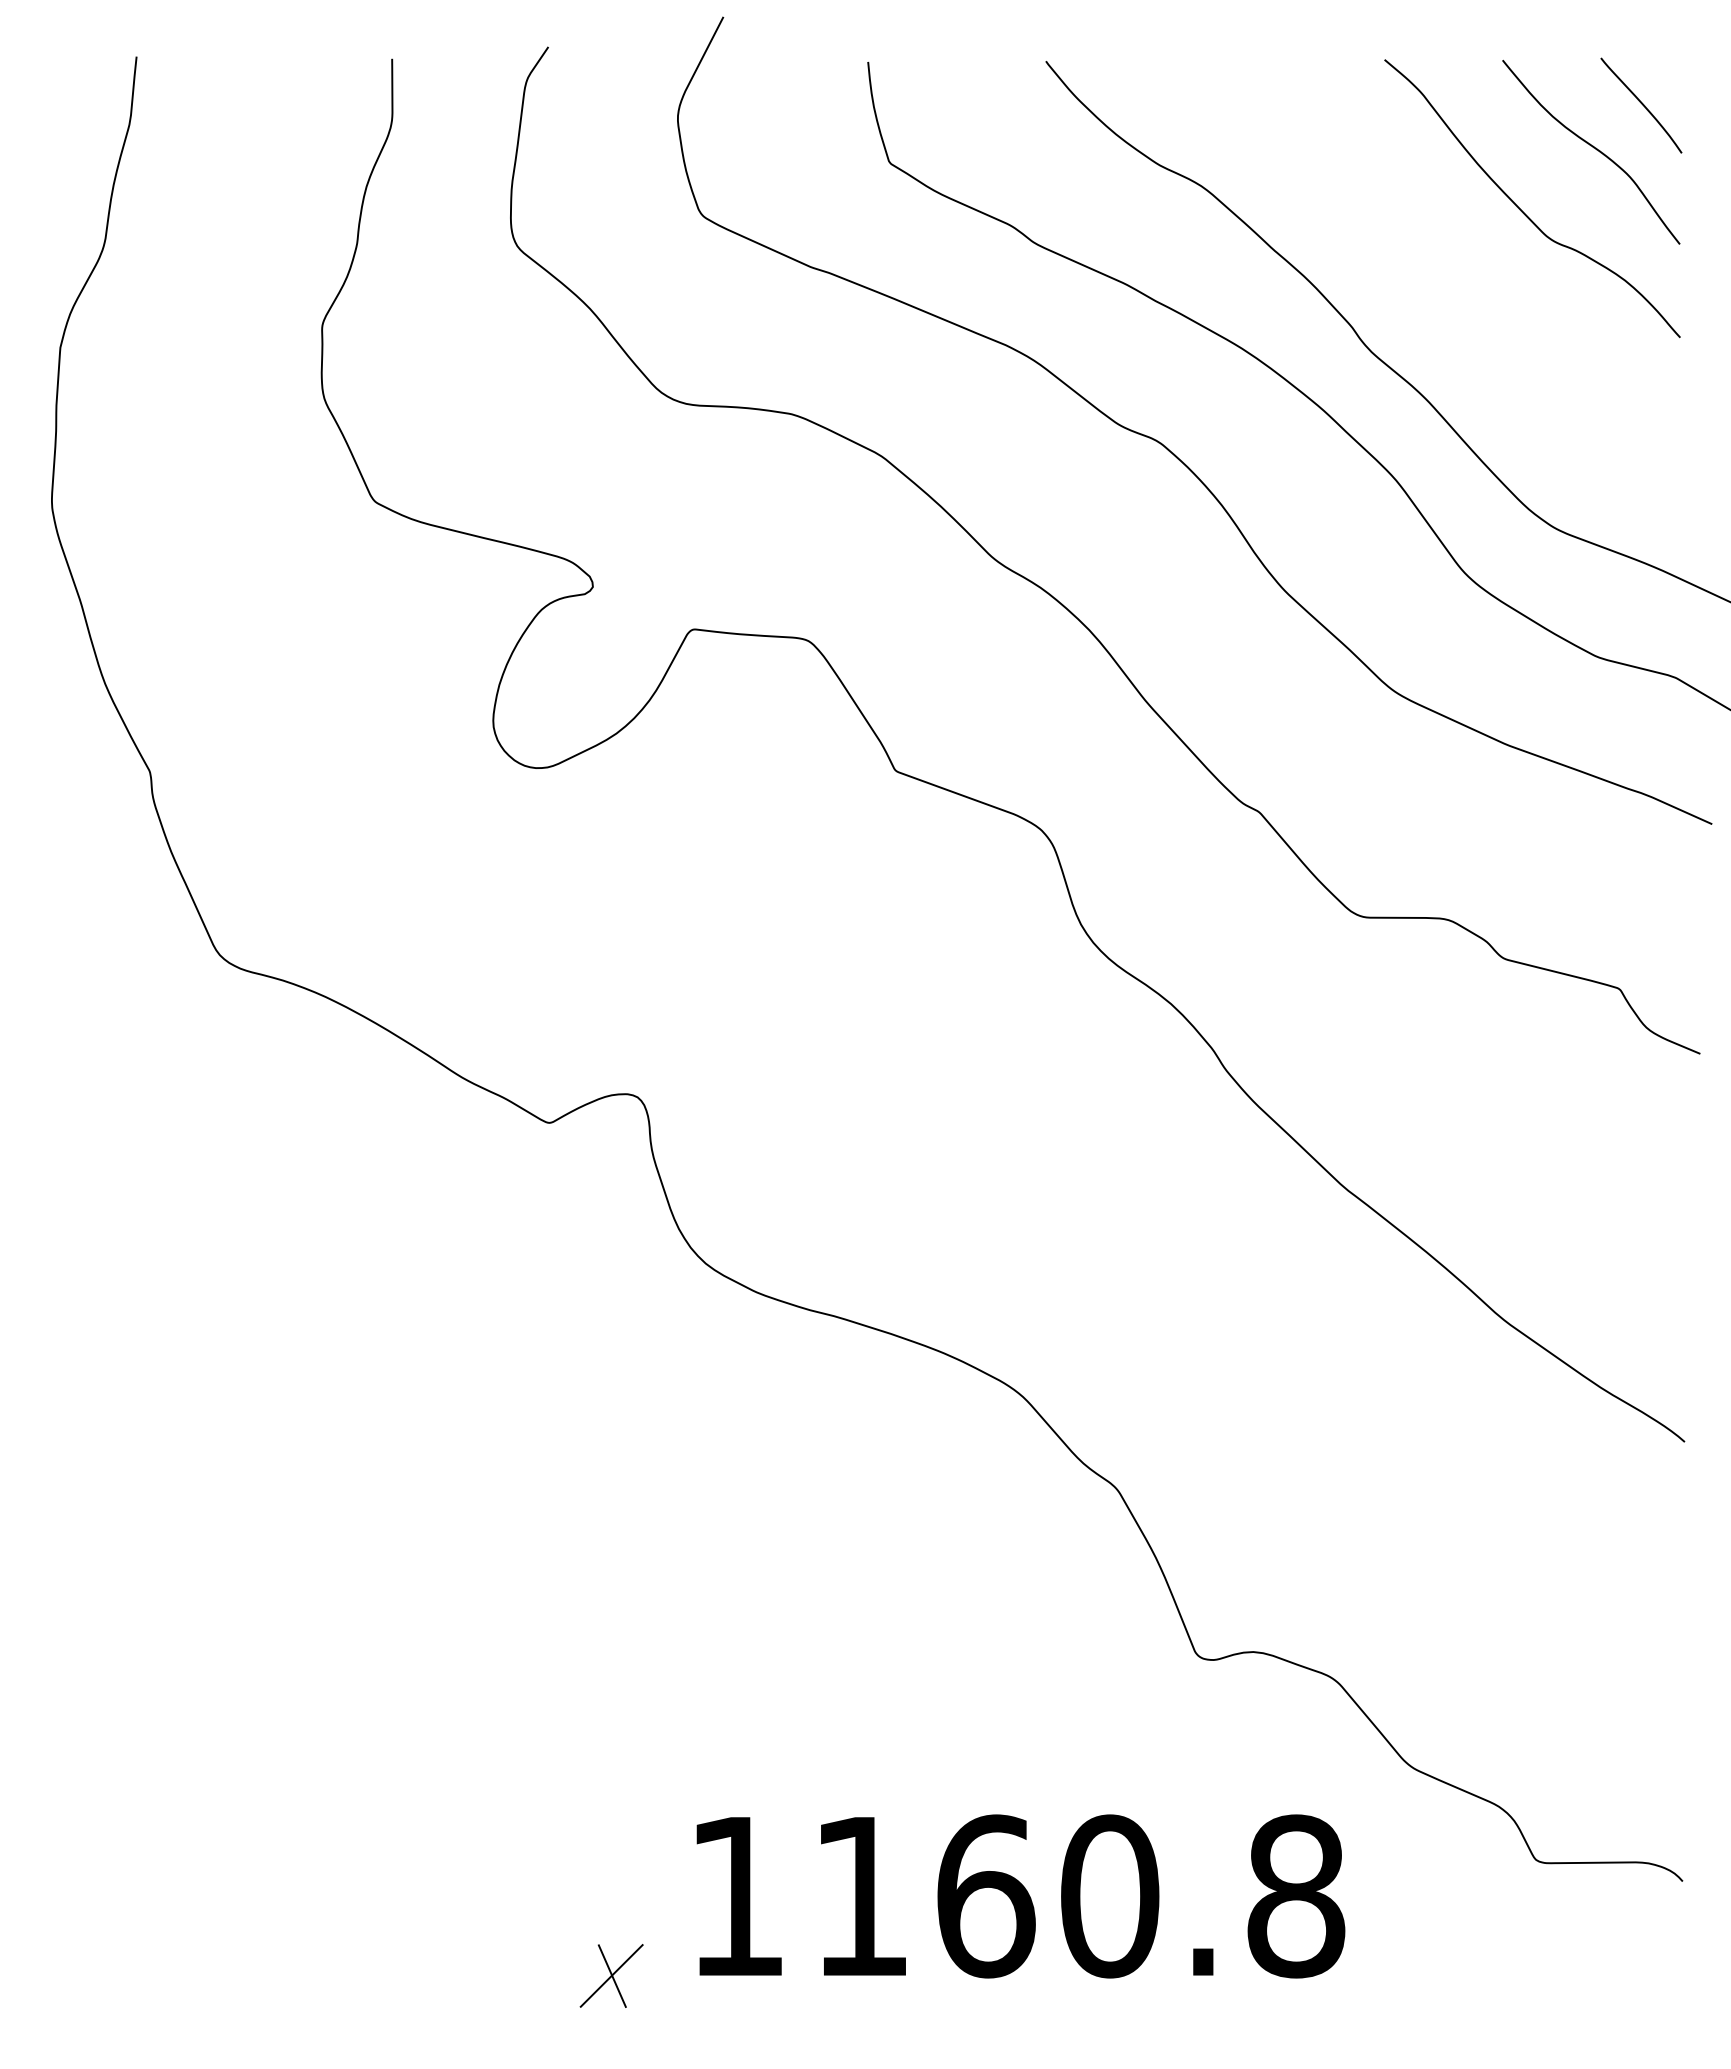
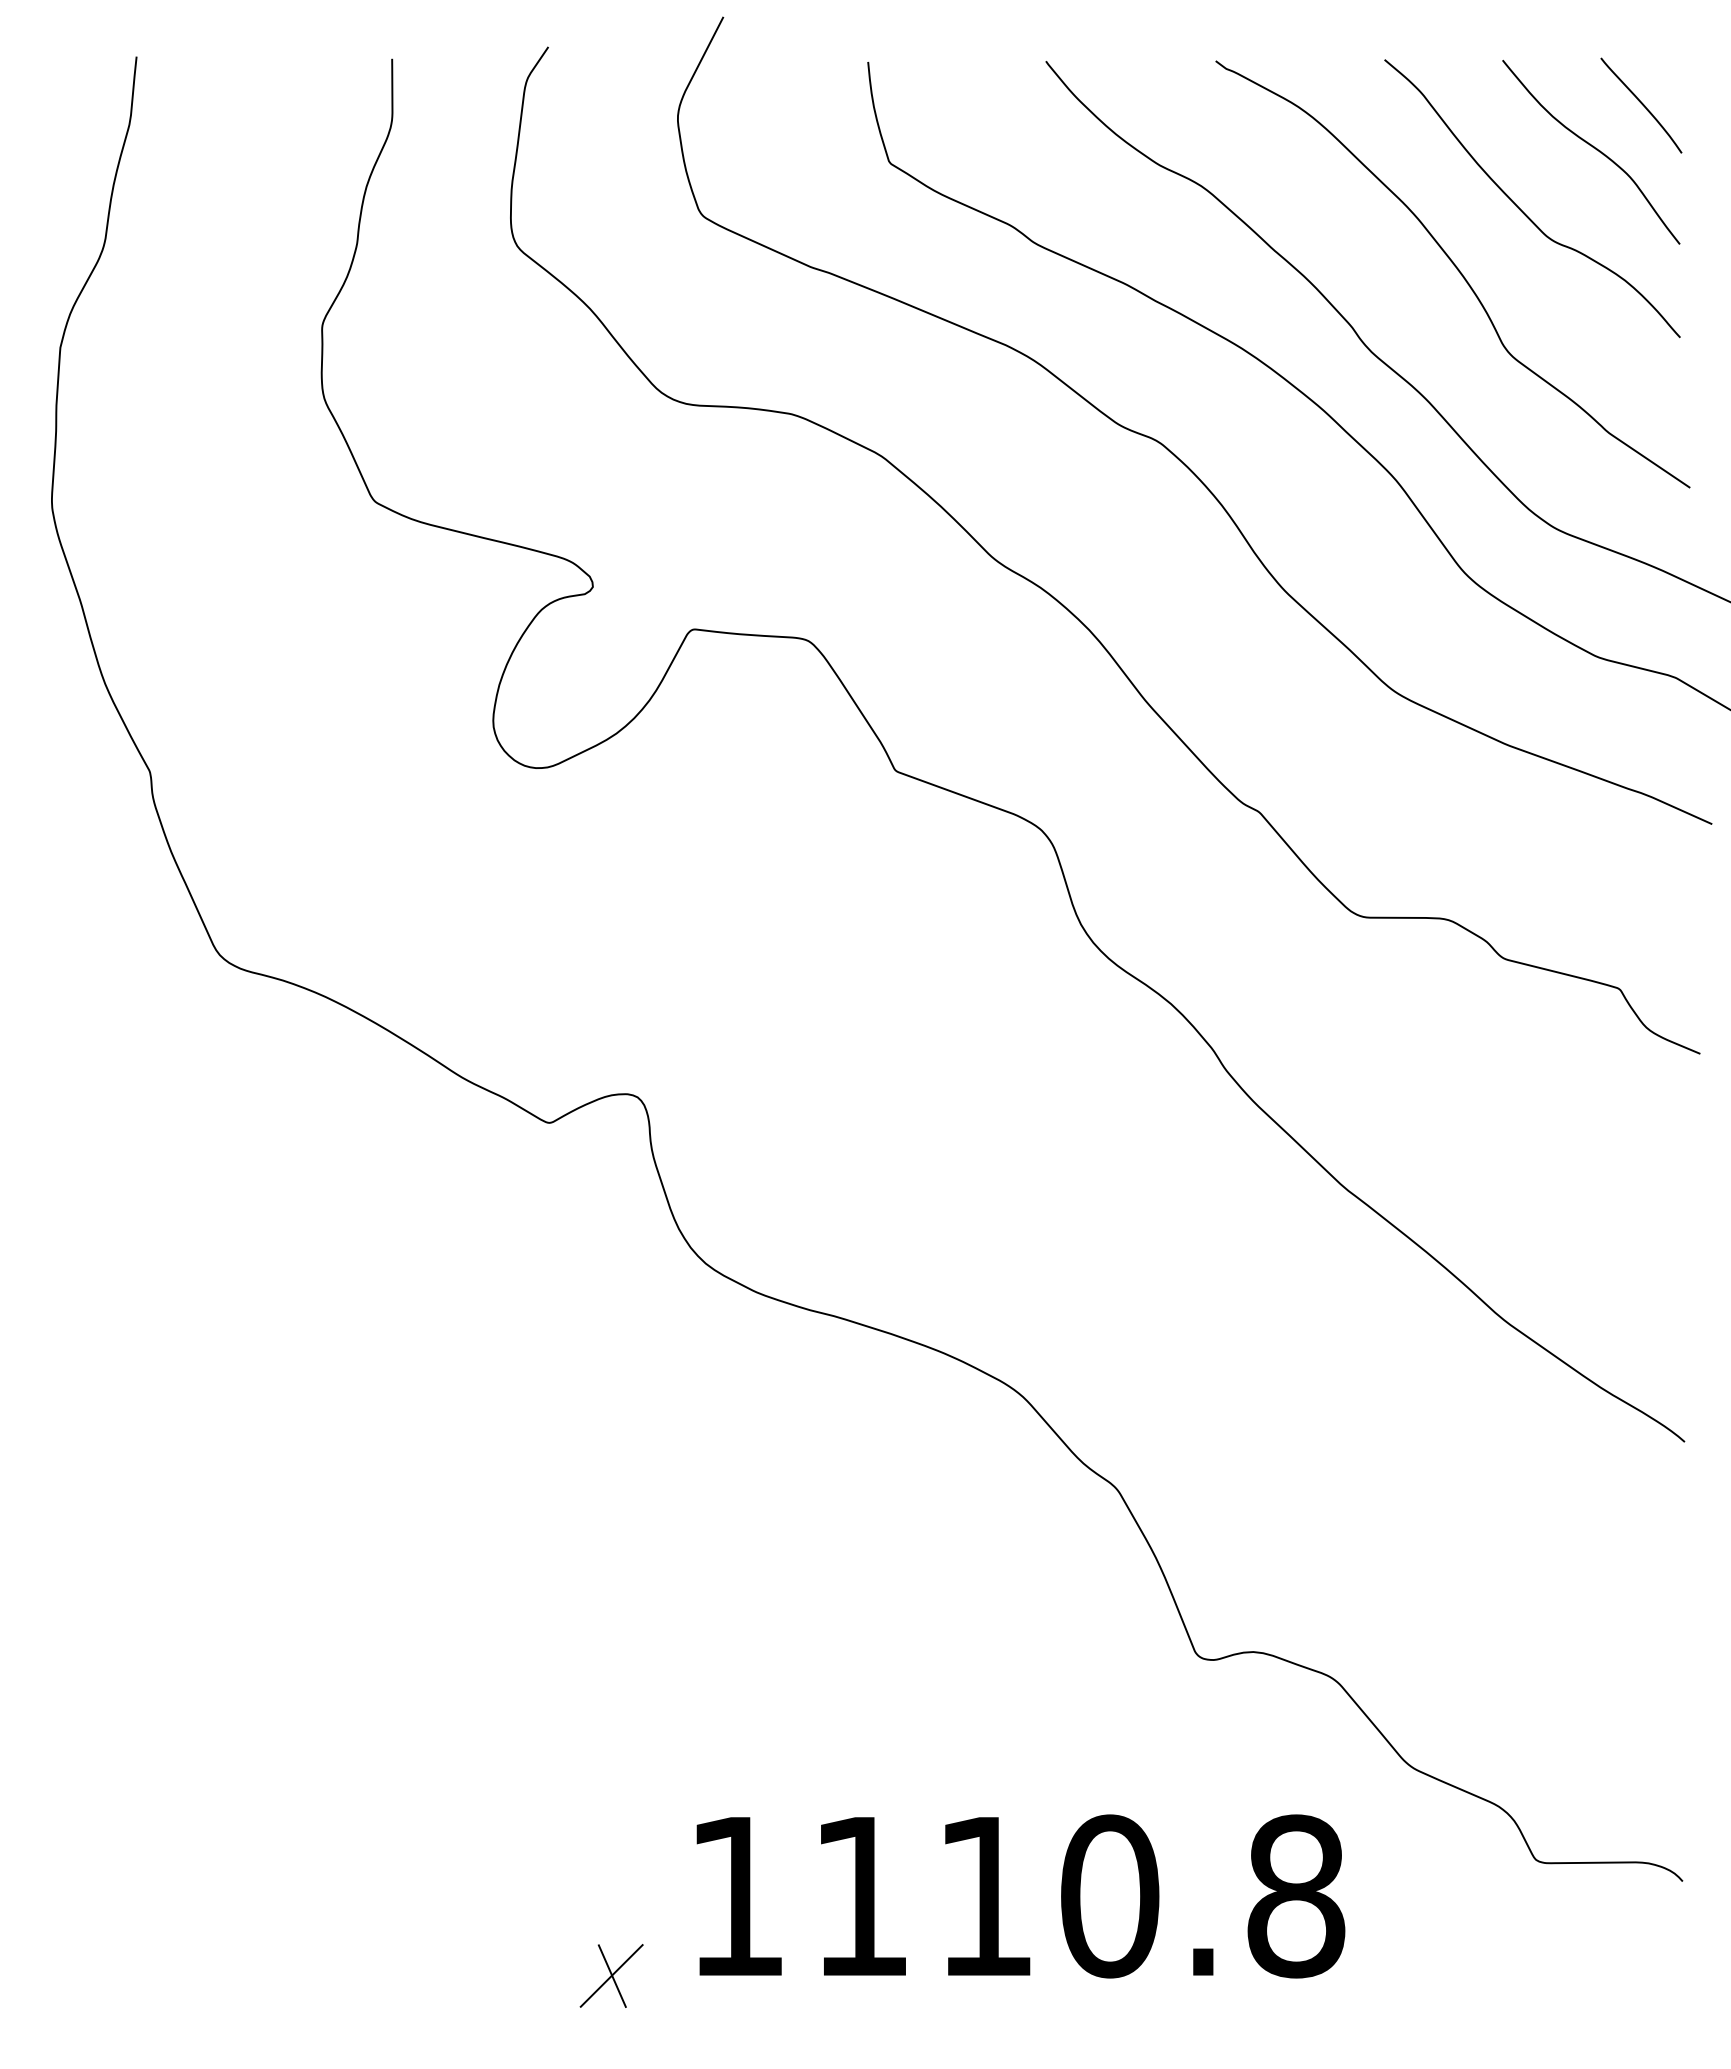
curve at (1456, 269): none -> present
text at (986, 1896): 1160.8 -> 1110.8
